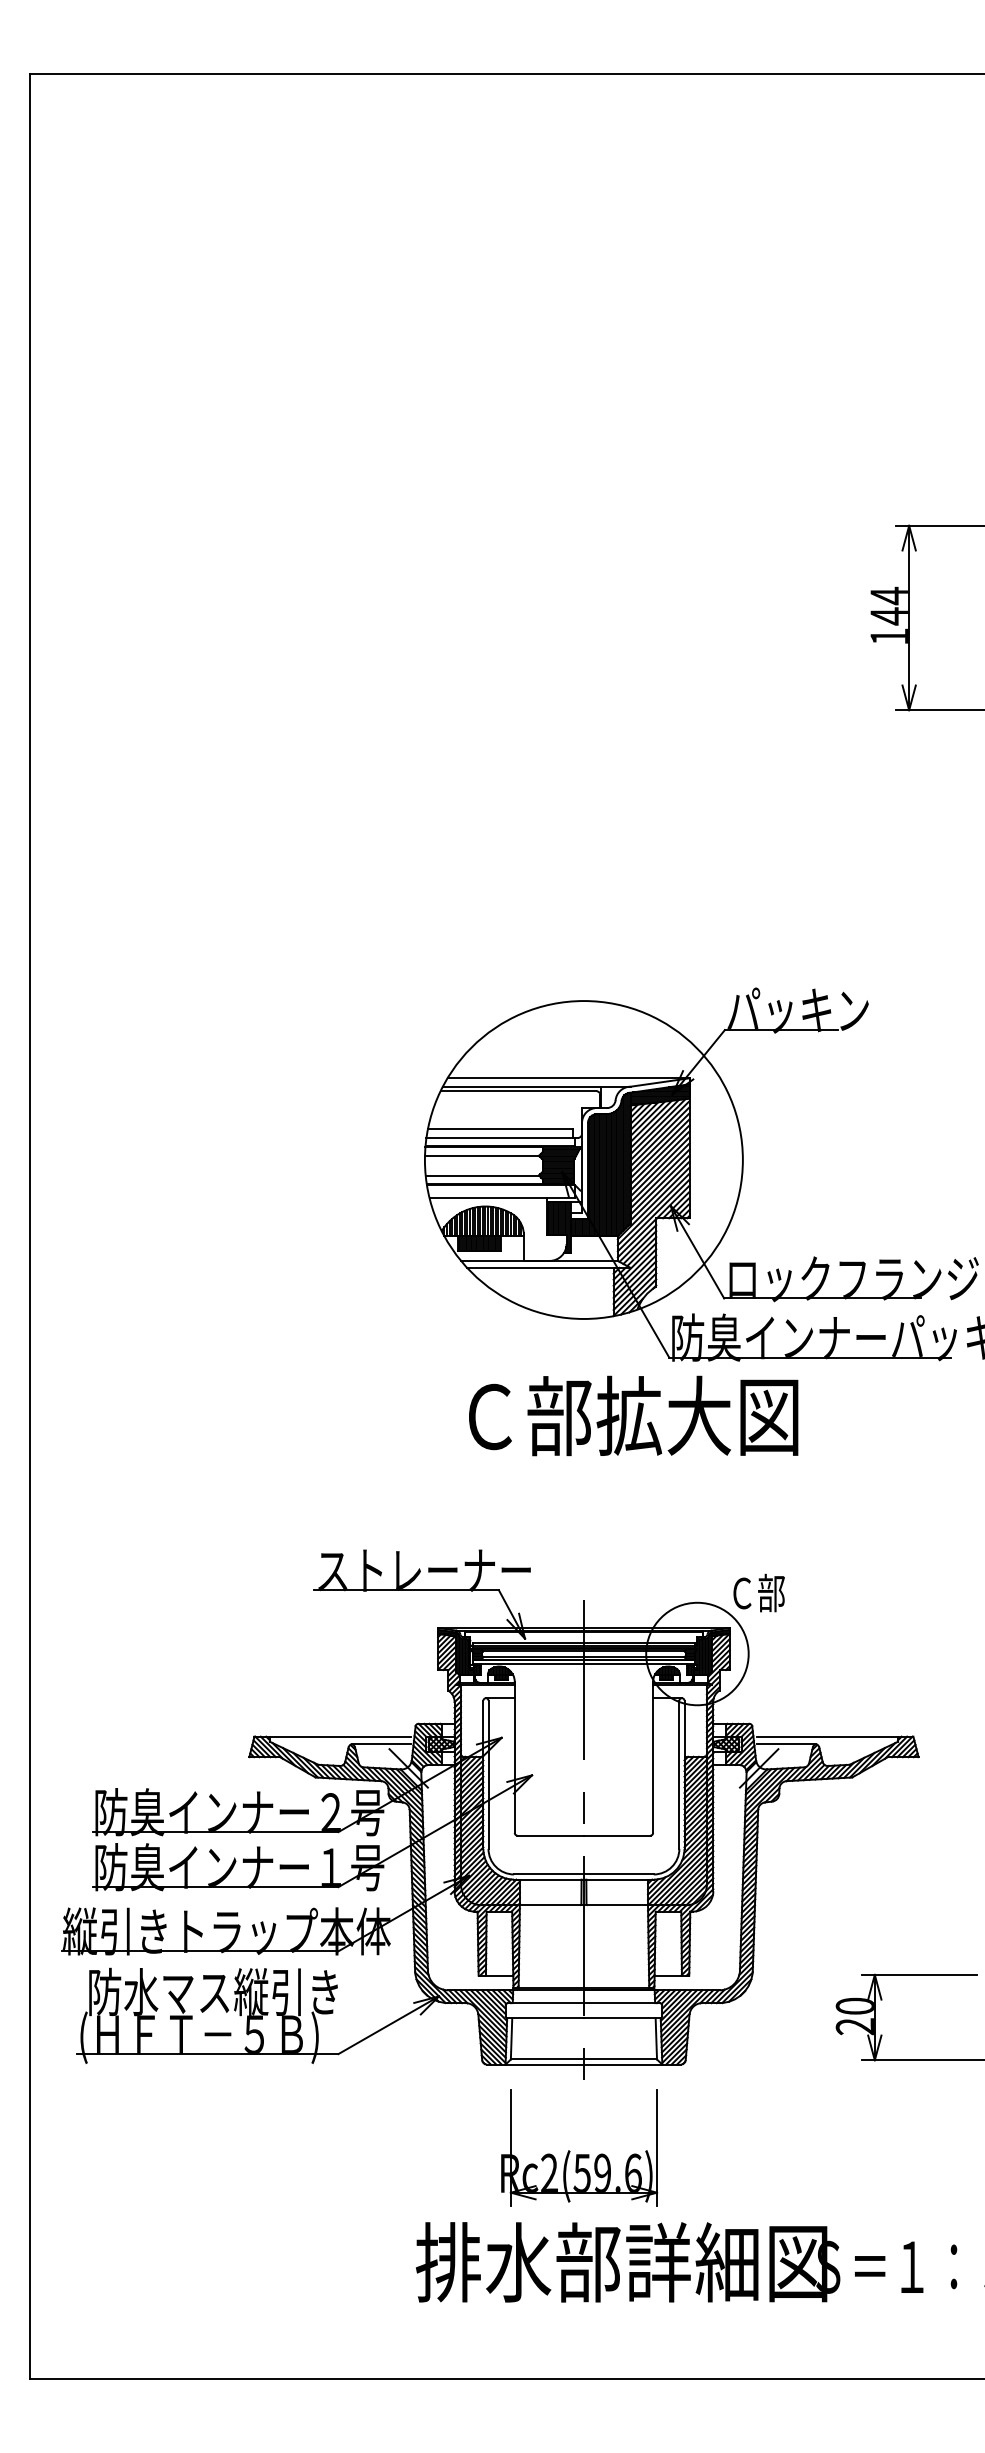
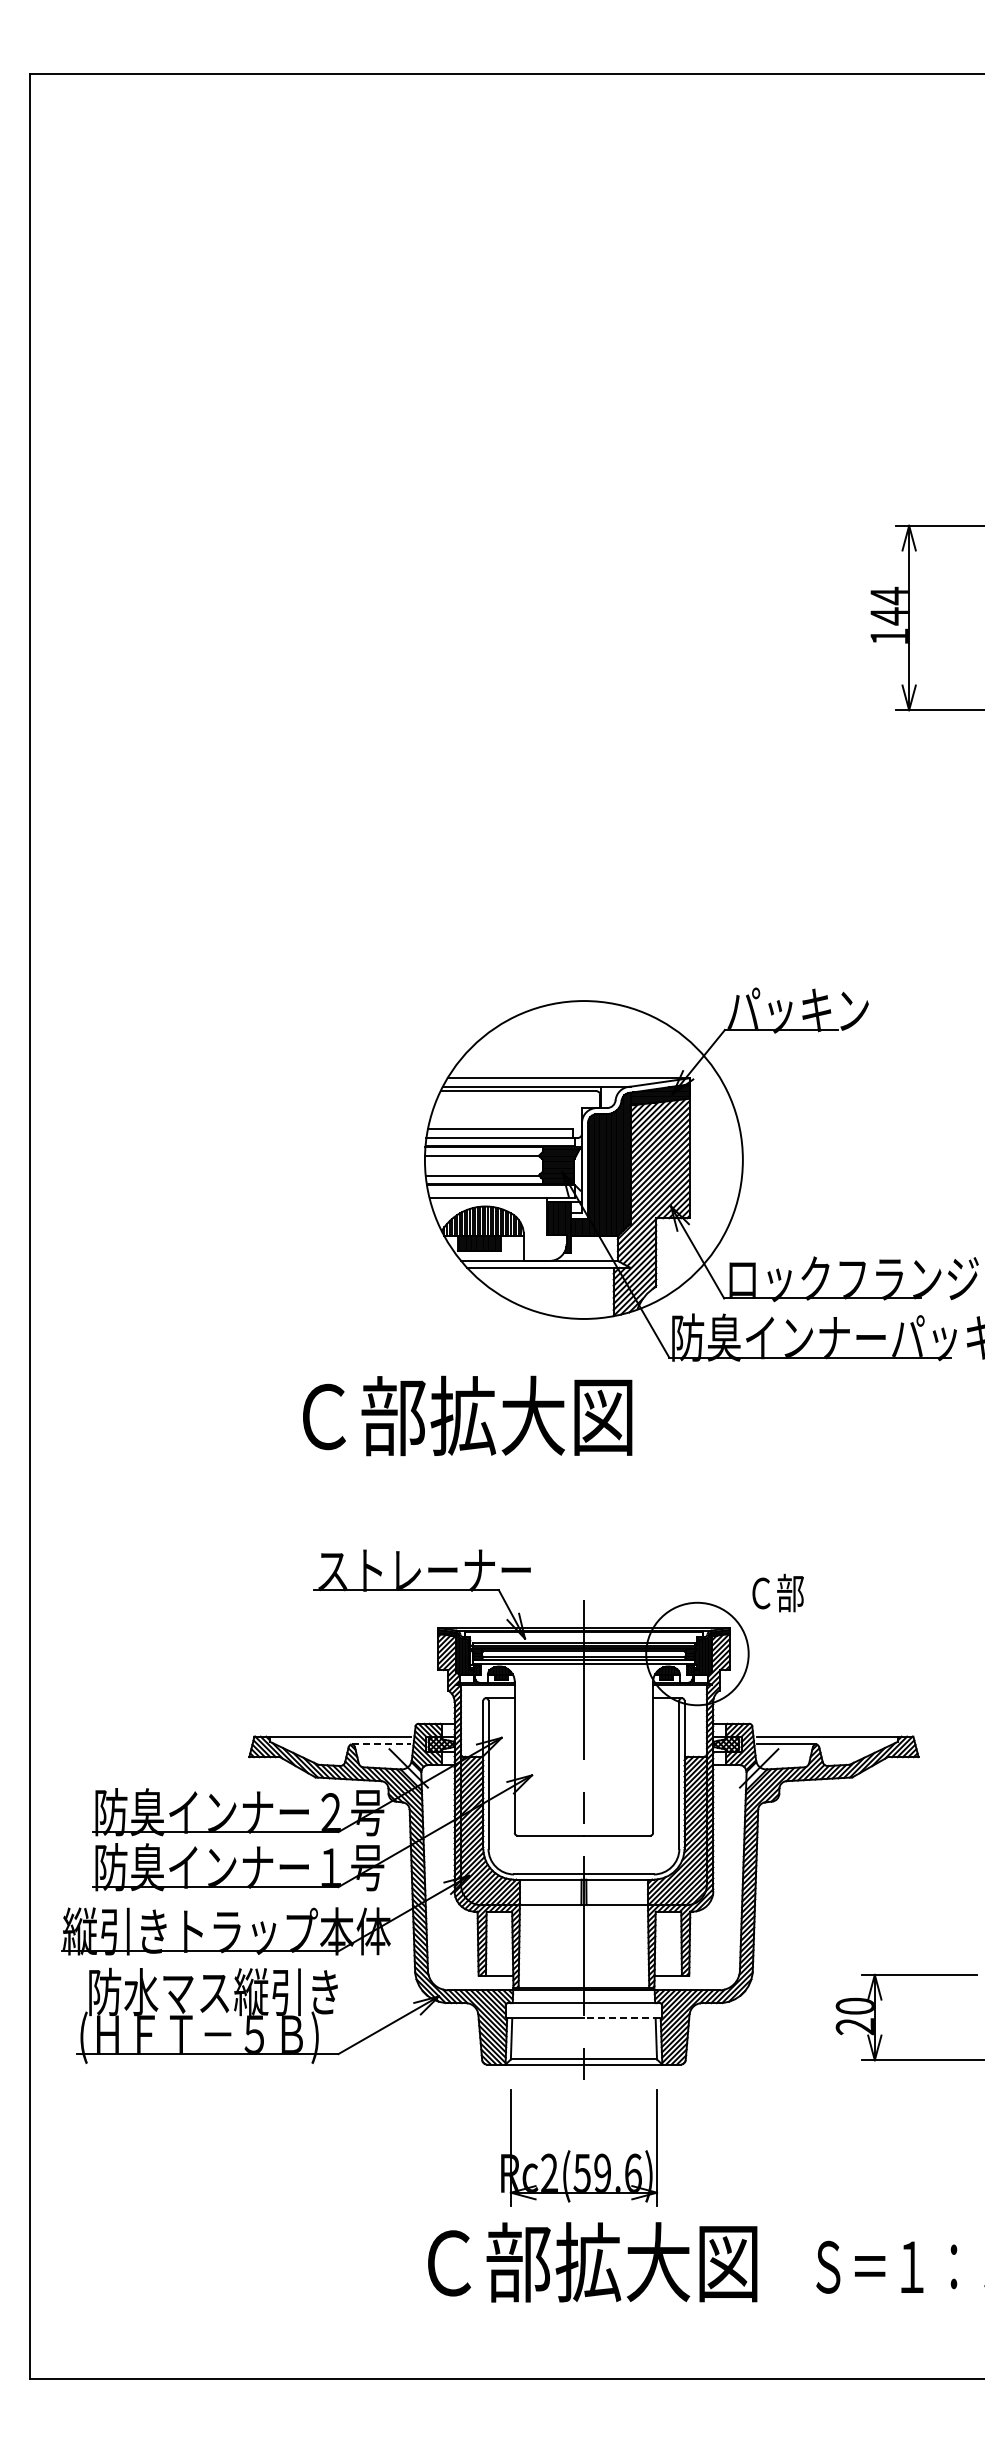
text at (633, 1415) position: (633, 1415) -> (467, 1415)
text at (758, 1592) position: (758, 1592) -> (777, 1592)
line at (381, 1744): solid -> dashed
line at (621, 2018): solid -> dashed
text at (621, 2262): 排水部詳細図 -> Ｃ部拡大図
